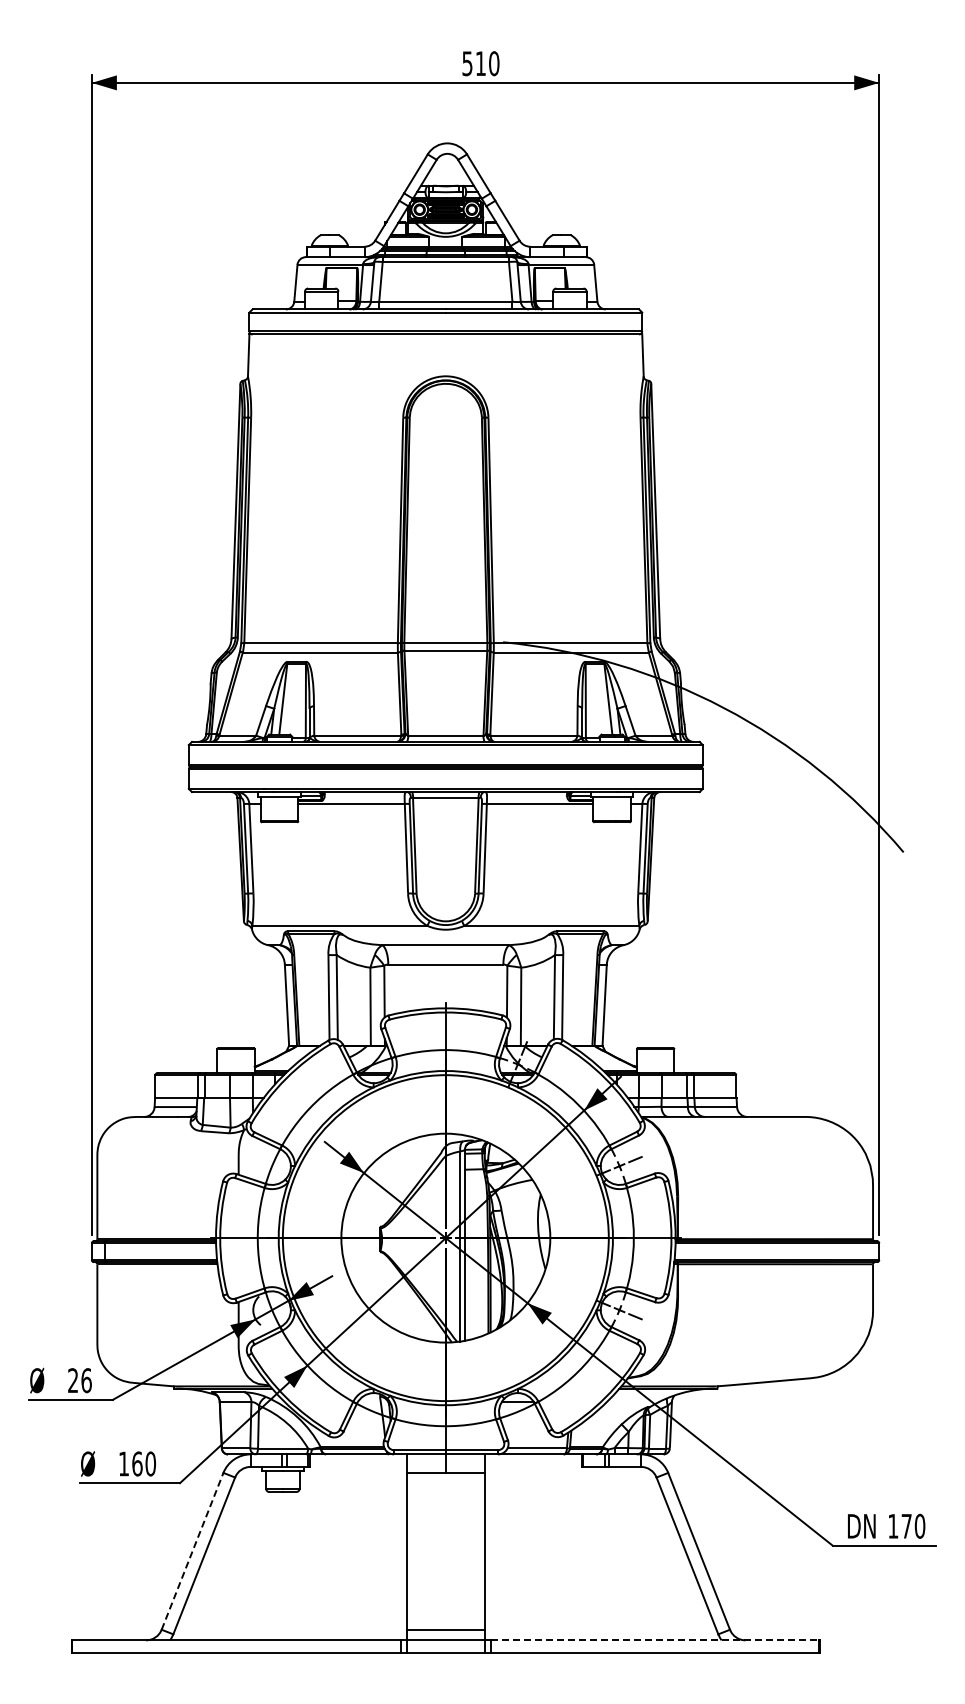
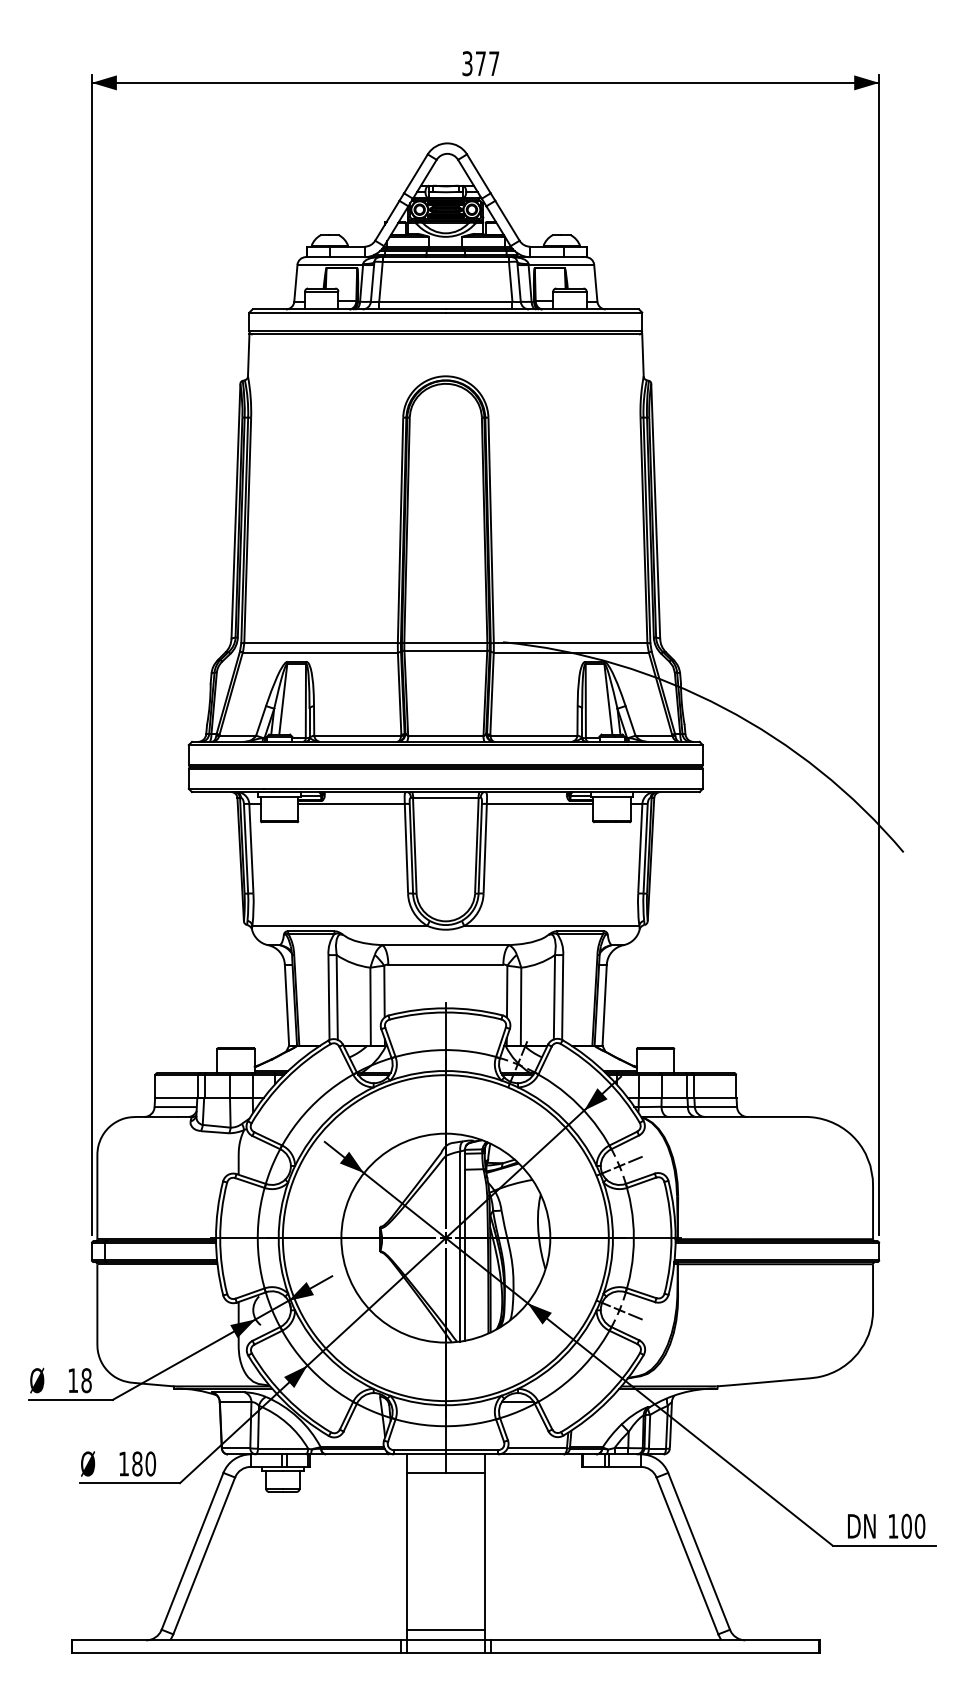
text at (481, 63): 510 -> 377
text at (79, 1380): 26 -> 18
text at (137, 1463): 160 -> 180
text at (906, 1525): 170 -> 100
line at (192, 1550): dashed -> solid
line at (655, 1640): dashed -> solid
